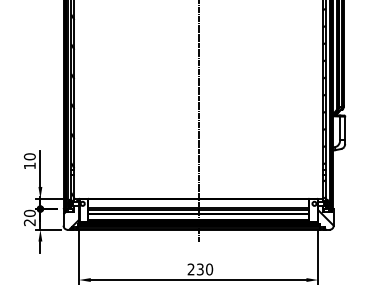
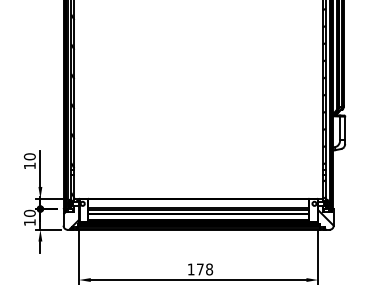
line at (198, 121): present -> none
text at (29, 222): 20 -> 10
text at (200, 269): 230 -> 178
